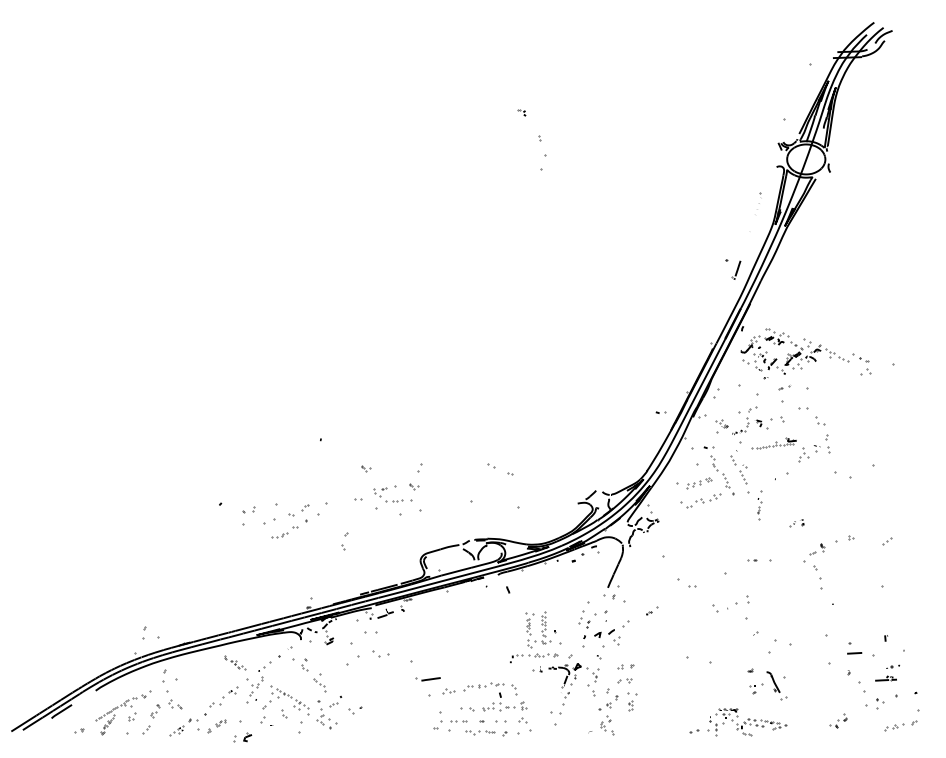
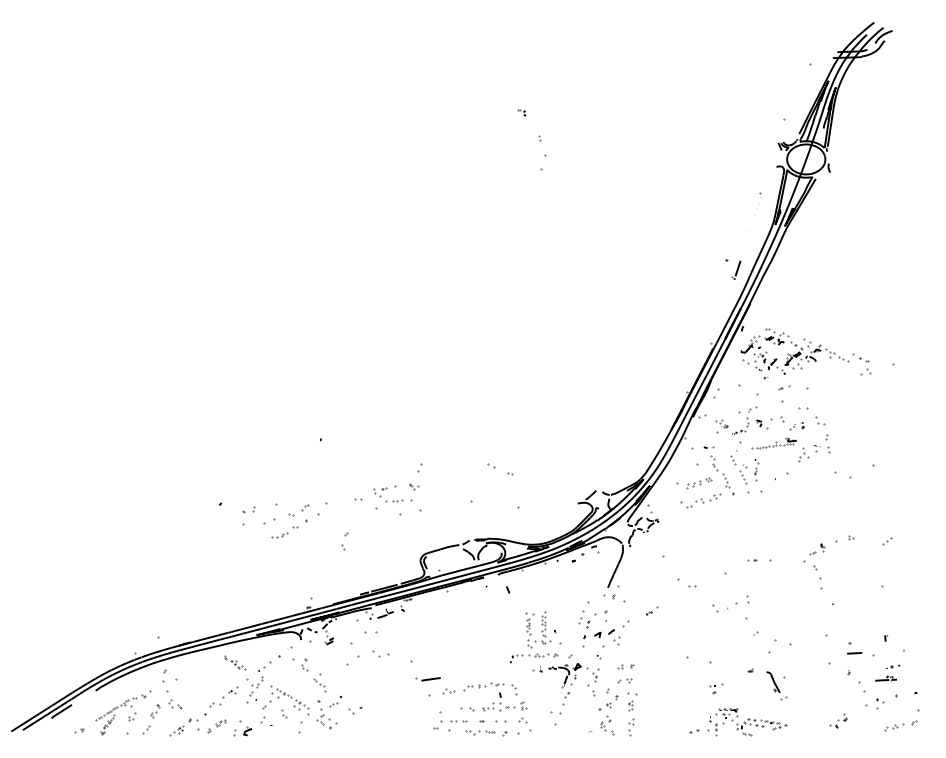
part at (660, 412): present -> none
part at (366, 468): present -> none
part at (759, 509) position: (759, 509) -> (756, 470)
part at (796, 523) position: (796, 523) -> (796, 426)
part at (144, 632): present -> none
part at (756, 688) position: (756, 688) -> (716, 688)
part at (631, 727): none -> present
part at (242, 737) position: (242, 737) -> (242, 731)
